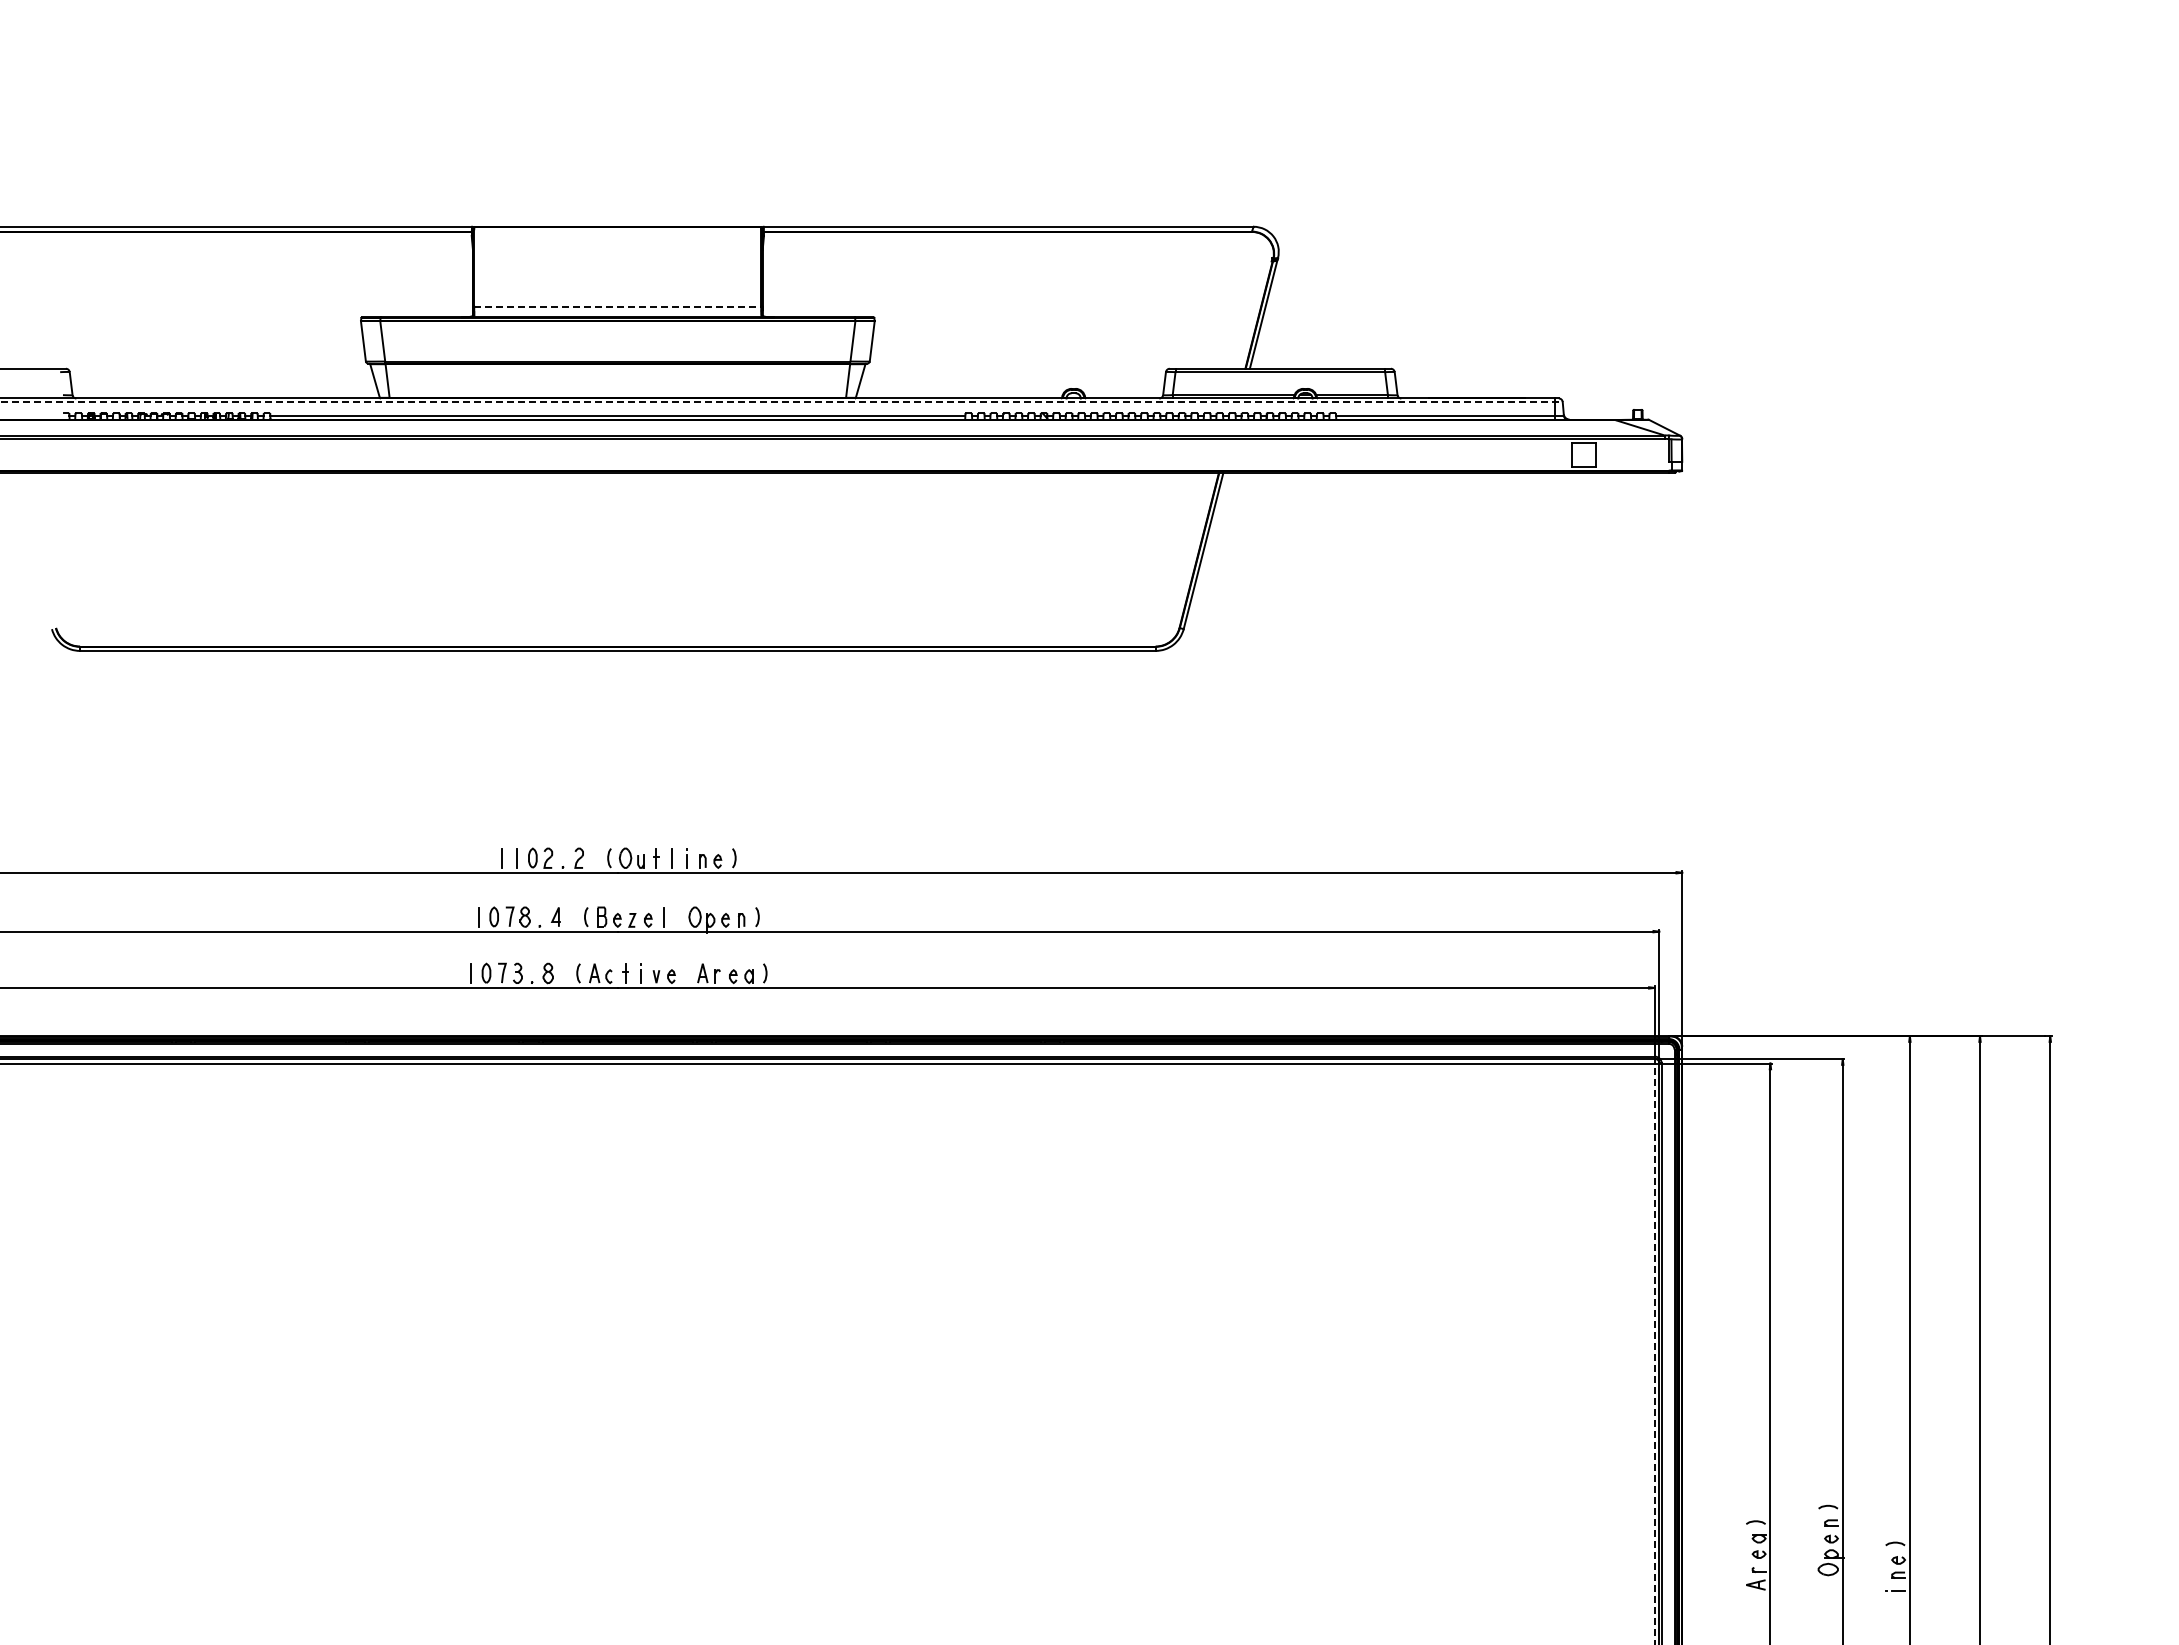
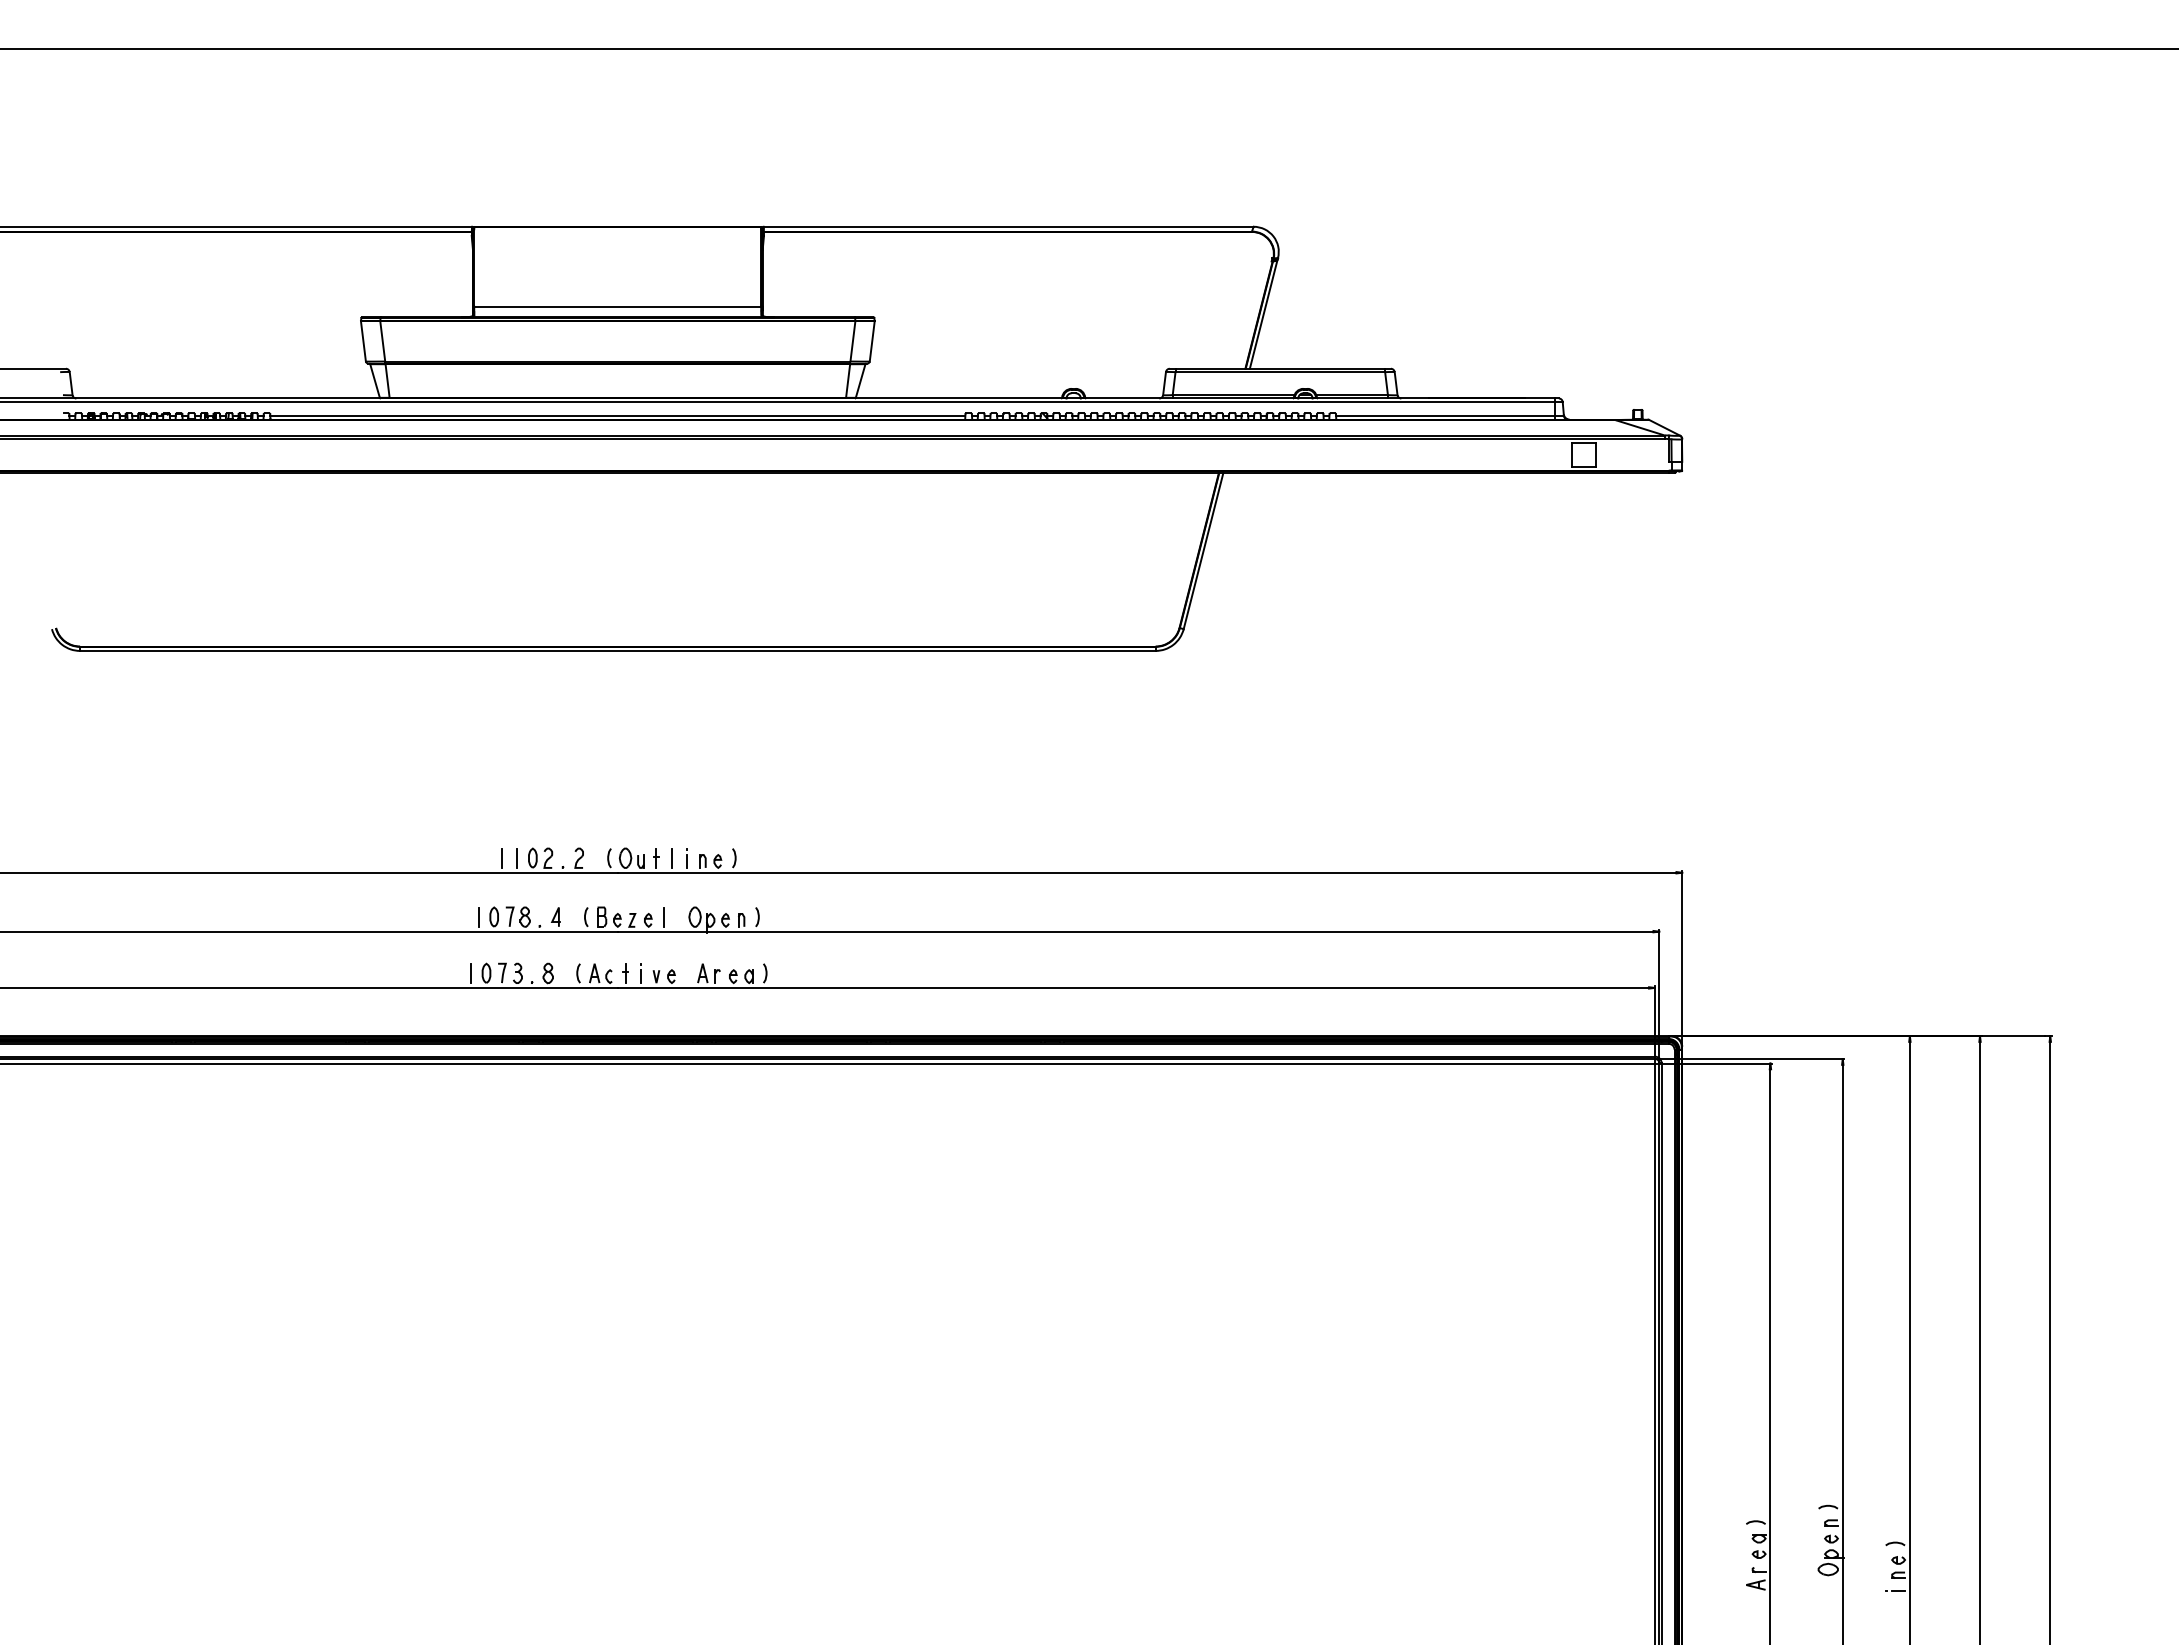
line at (1088, 49): none -> present
line at (617, 306): dashed -> solid
line at (781, 402): dashed -> solid
line at (1654, 1353): dashed -> solid
